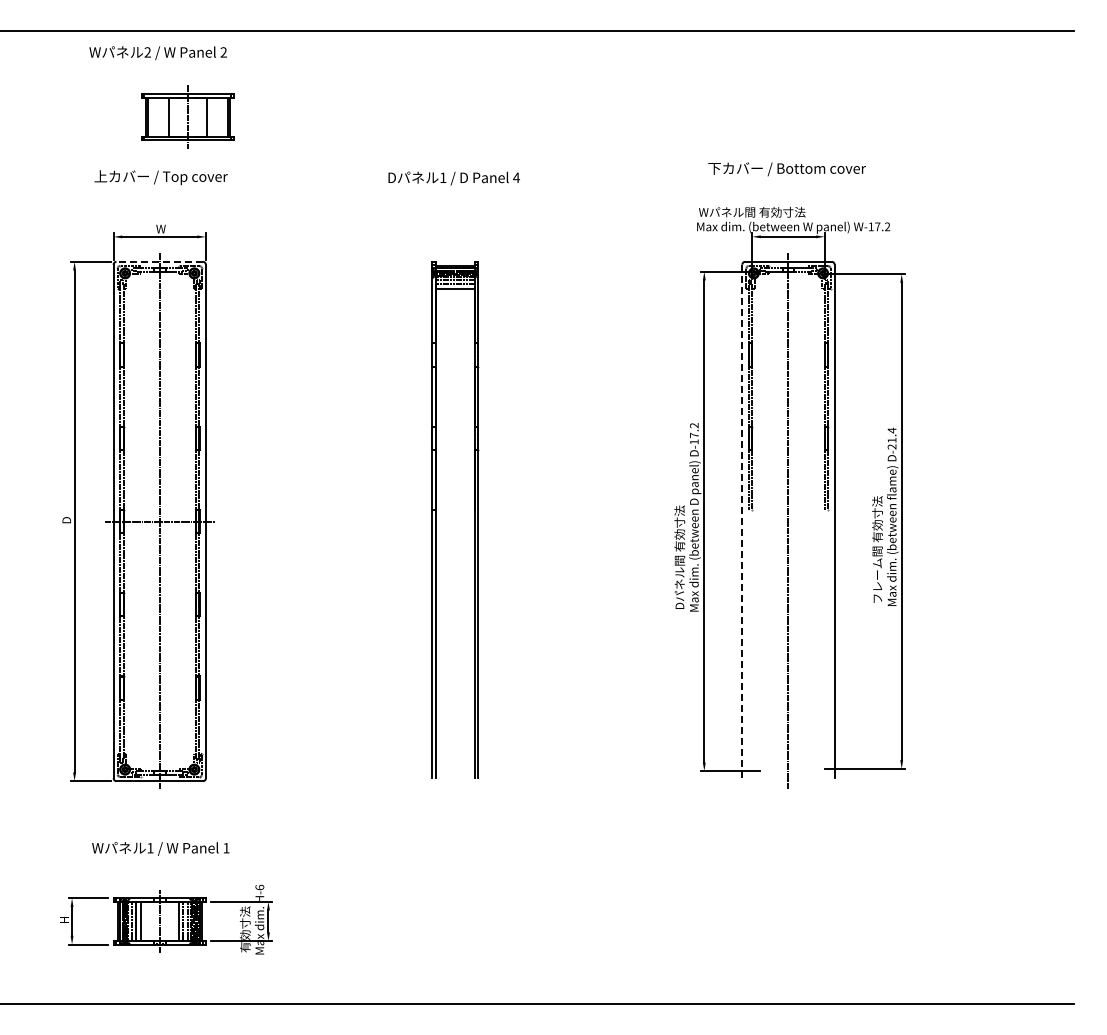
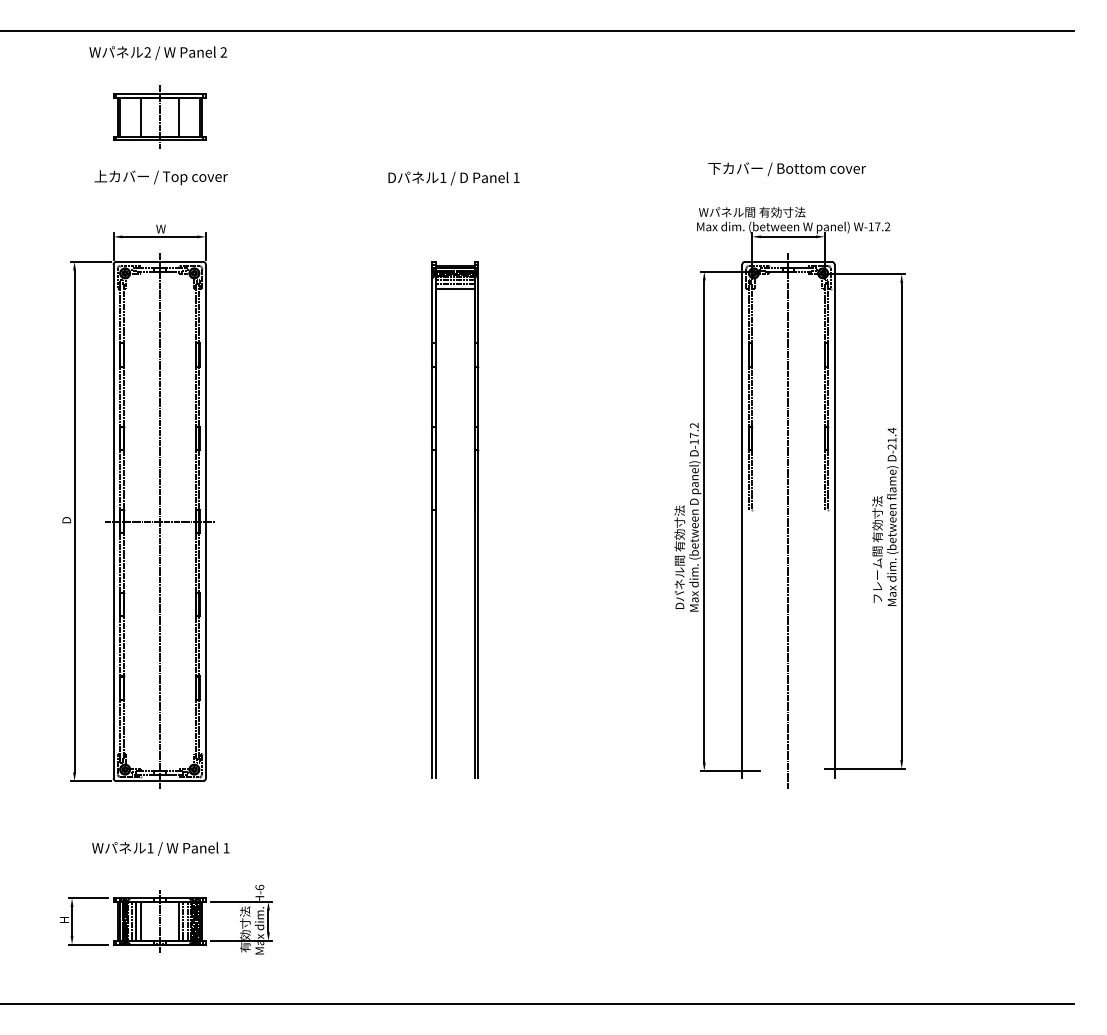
part at (187, 116) position: (187, 116) -> (159, 116)
text at (516, 177): 4 -> 1
line at (159, 261): dashed -> solid
line at (742, 521): dashed -> solid
